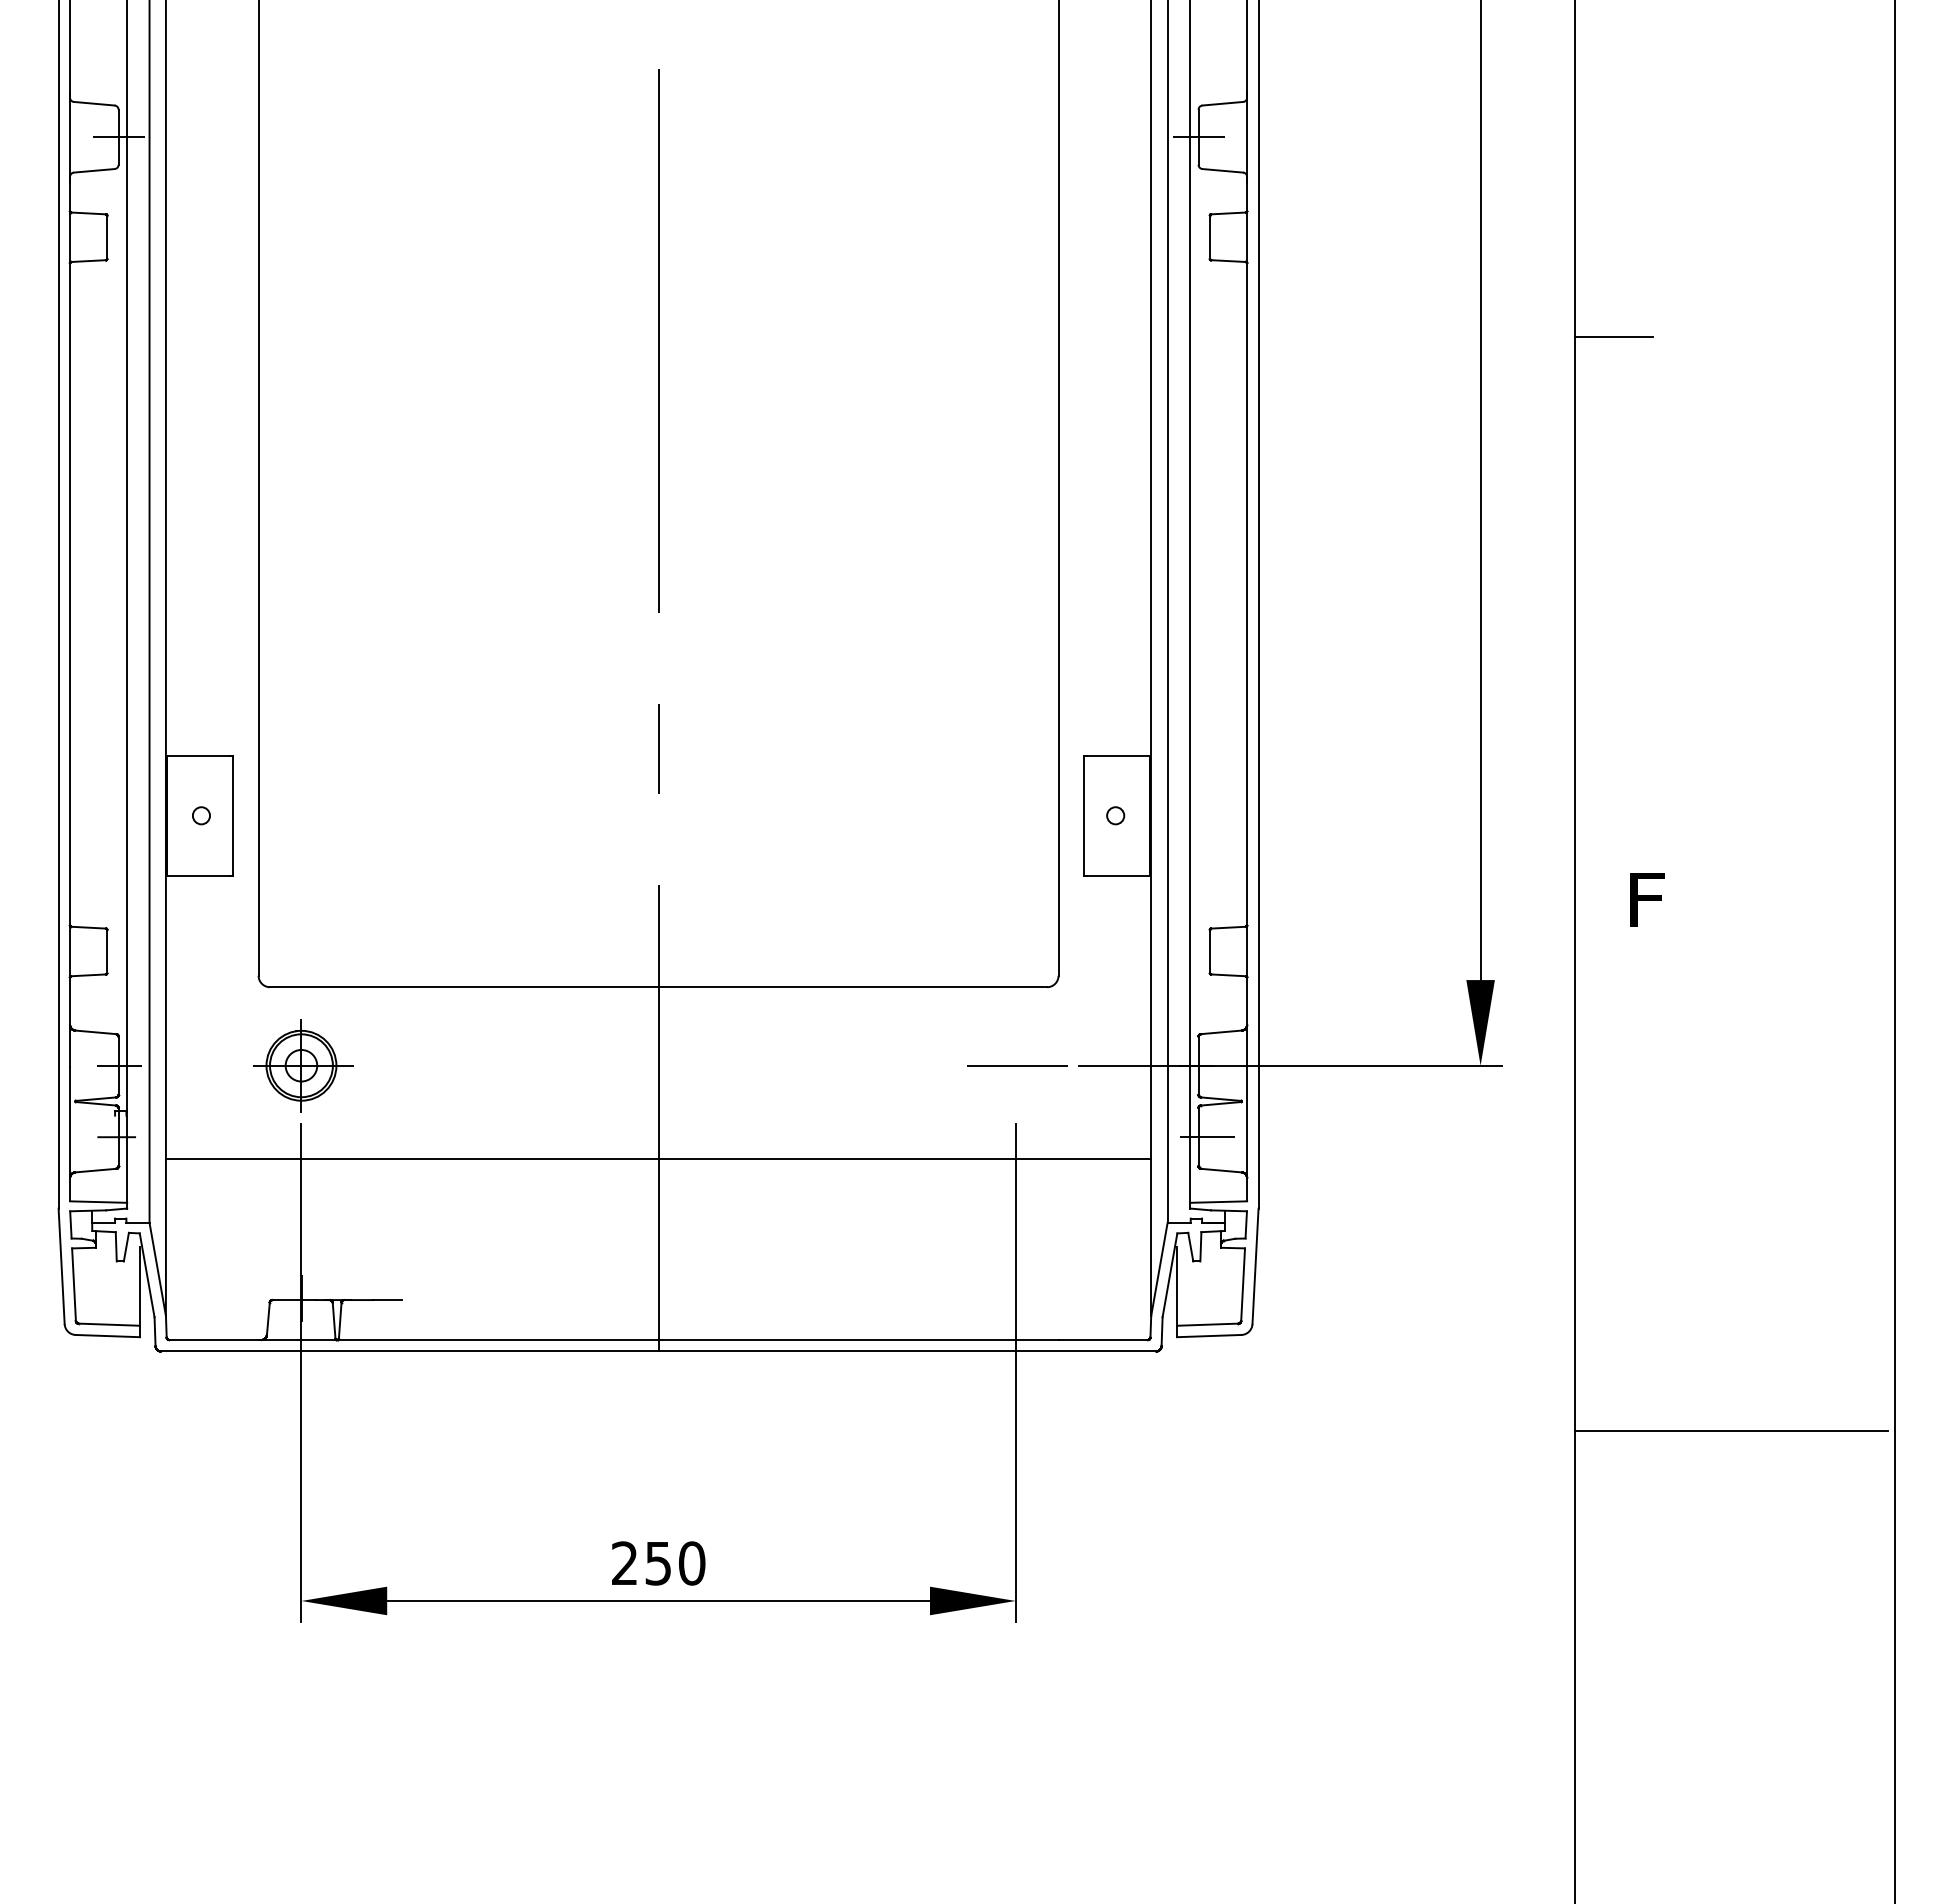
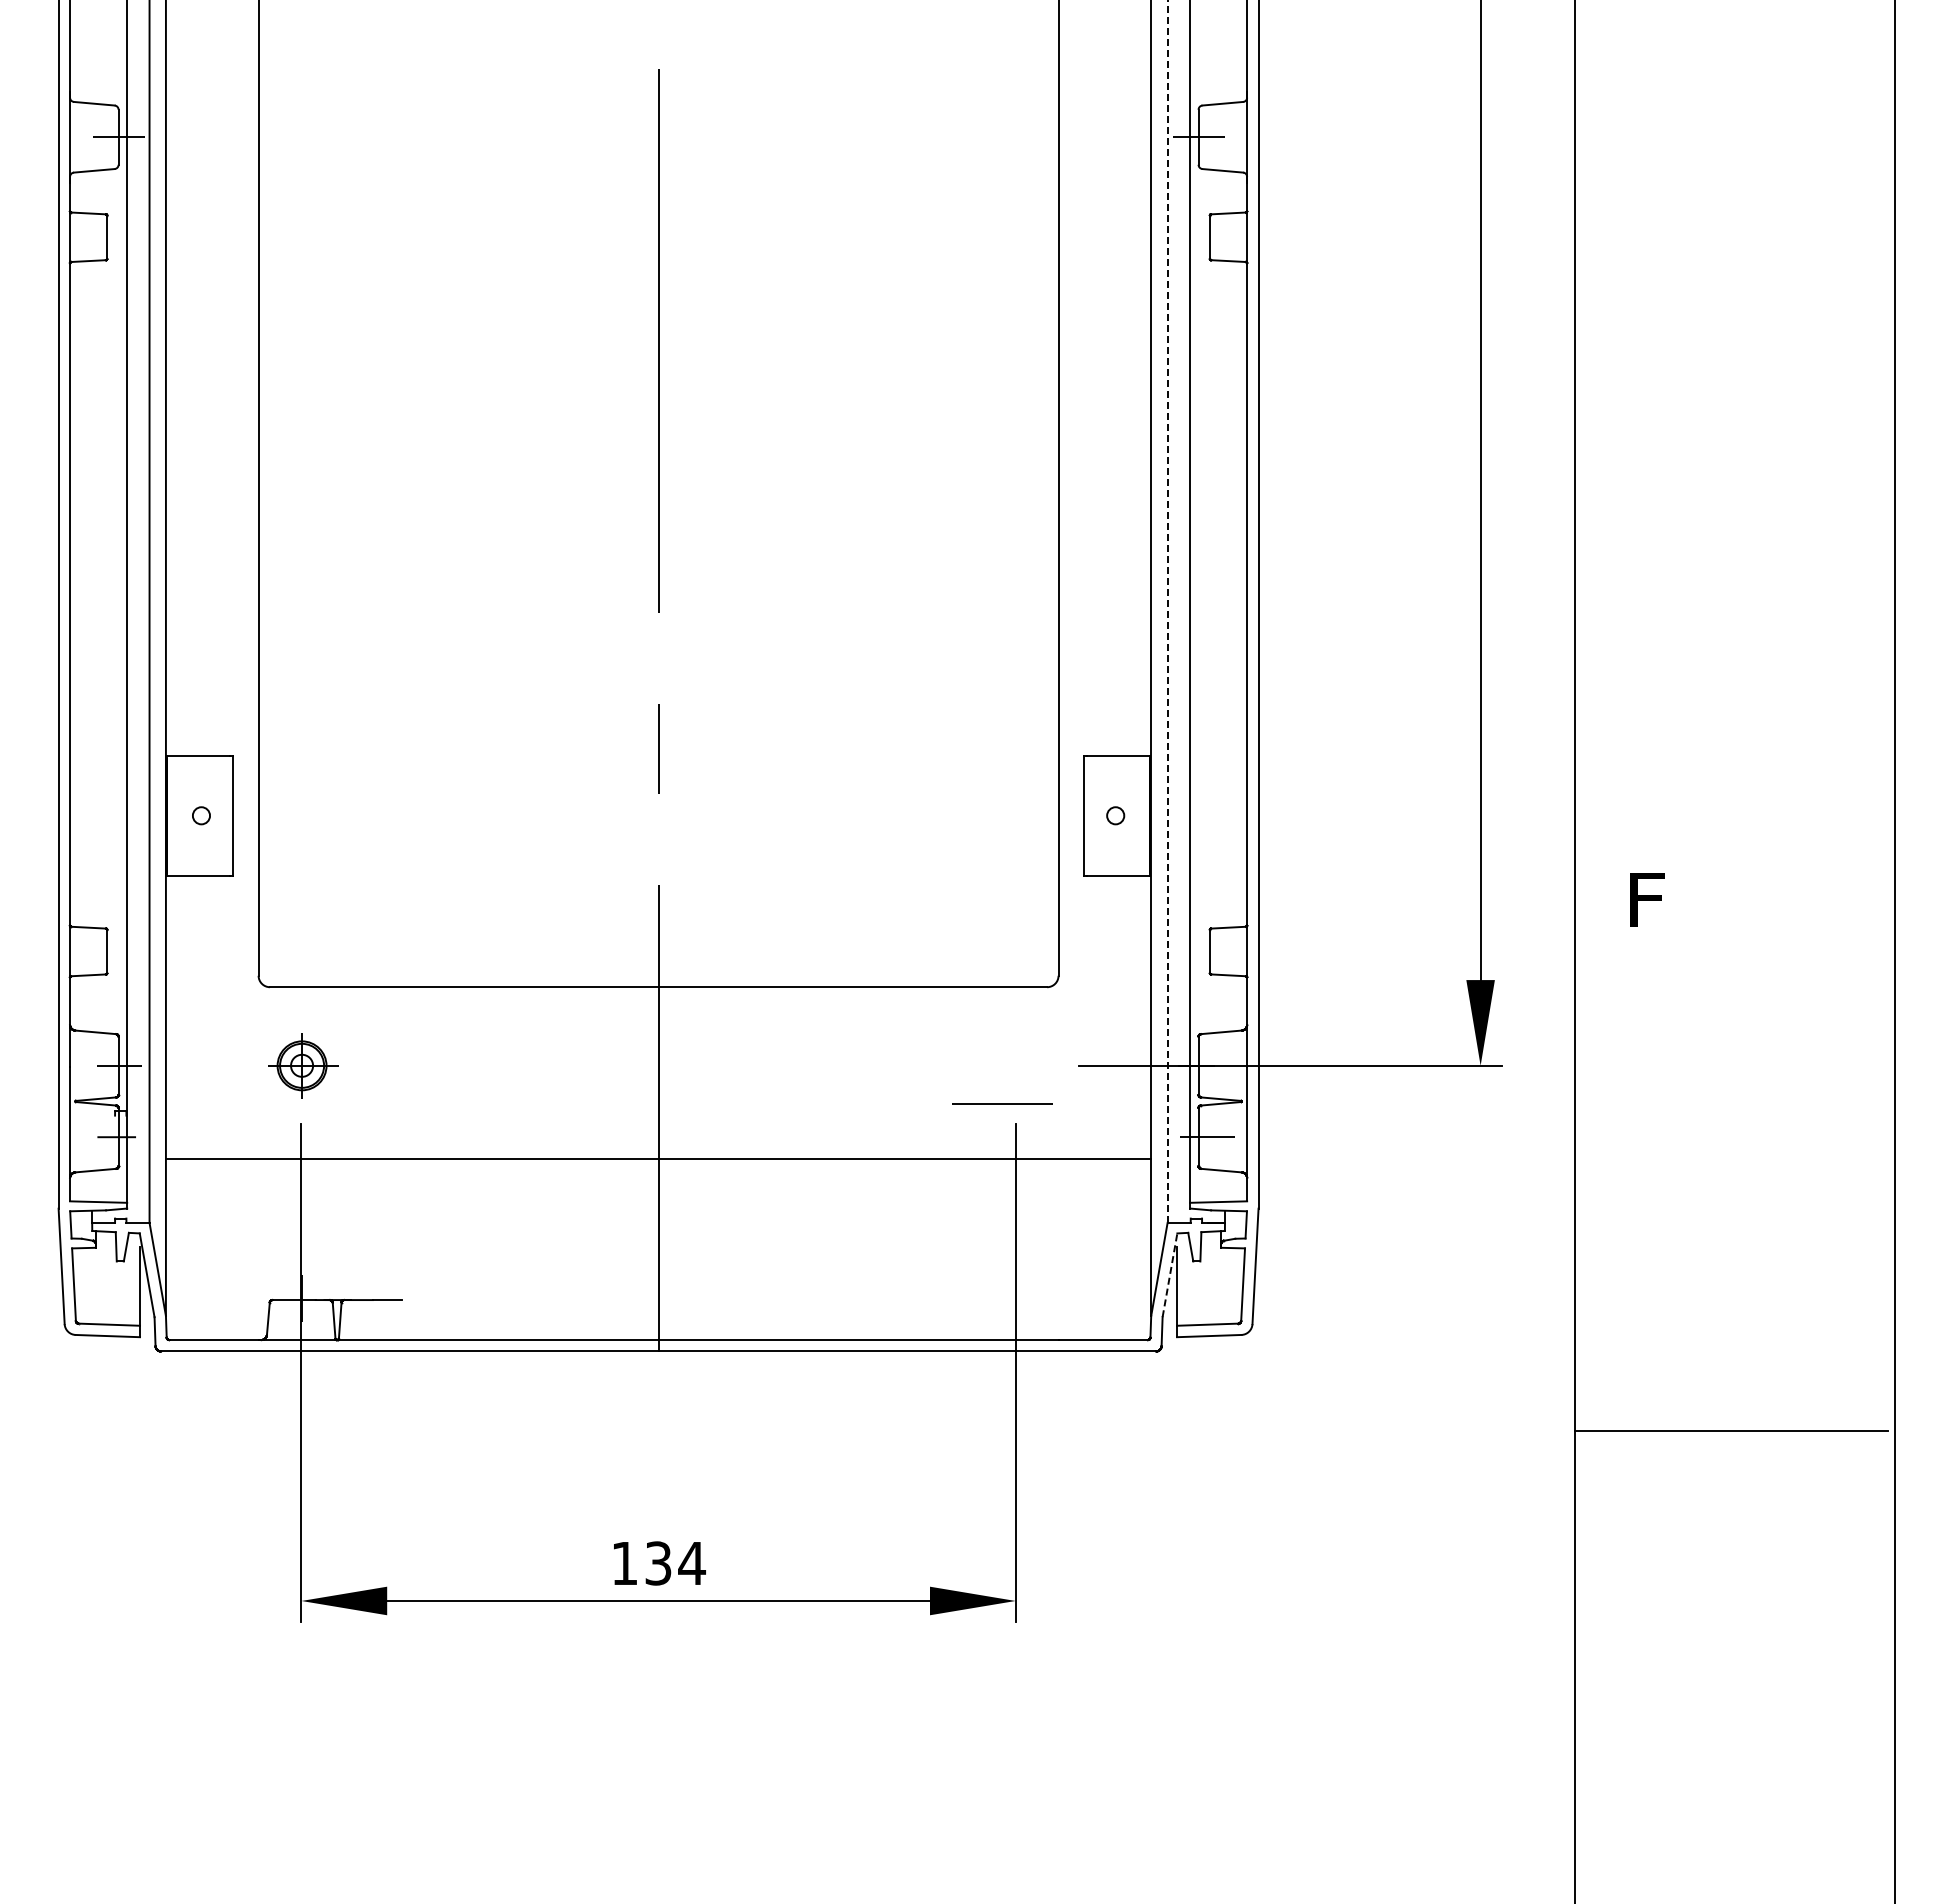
line at (1614, 337): present -> none
line at (1167, 611): solid -> dashed
part at (303, 1065) size: 101x94 px -> 71x66 px
line at (1017, 1065) position: (1017, 1065) -> (1002, 1103)
line at (1169, 1275): solid -> dashed
text at (658, 1563): 250 -> 134
